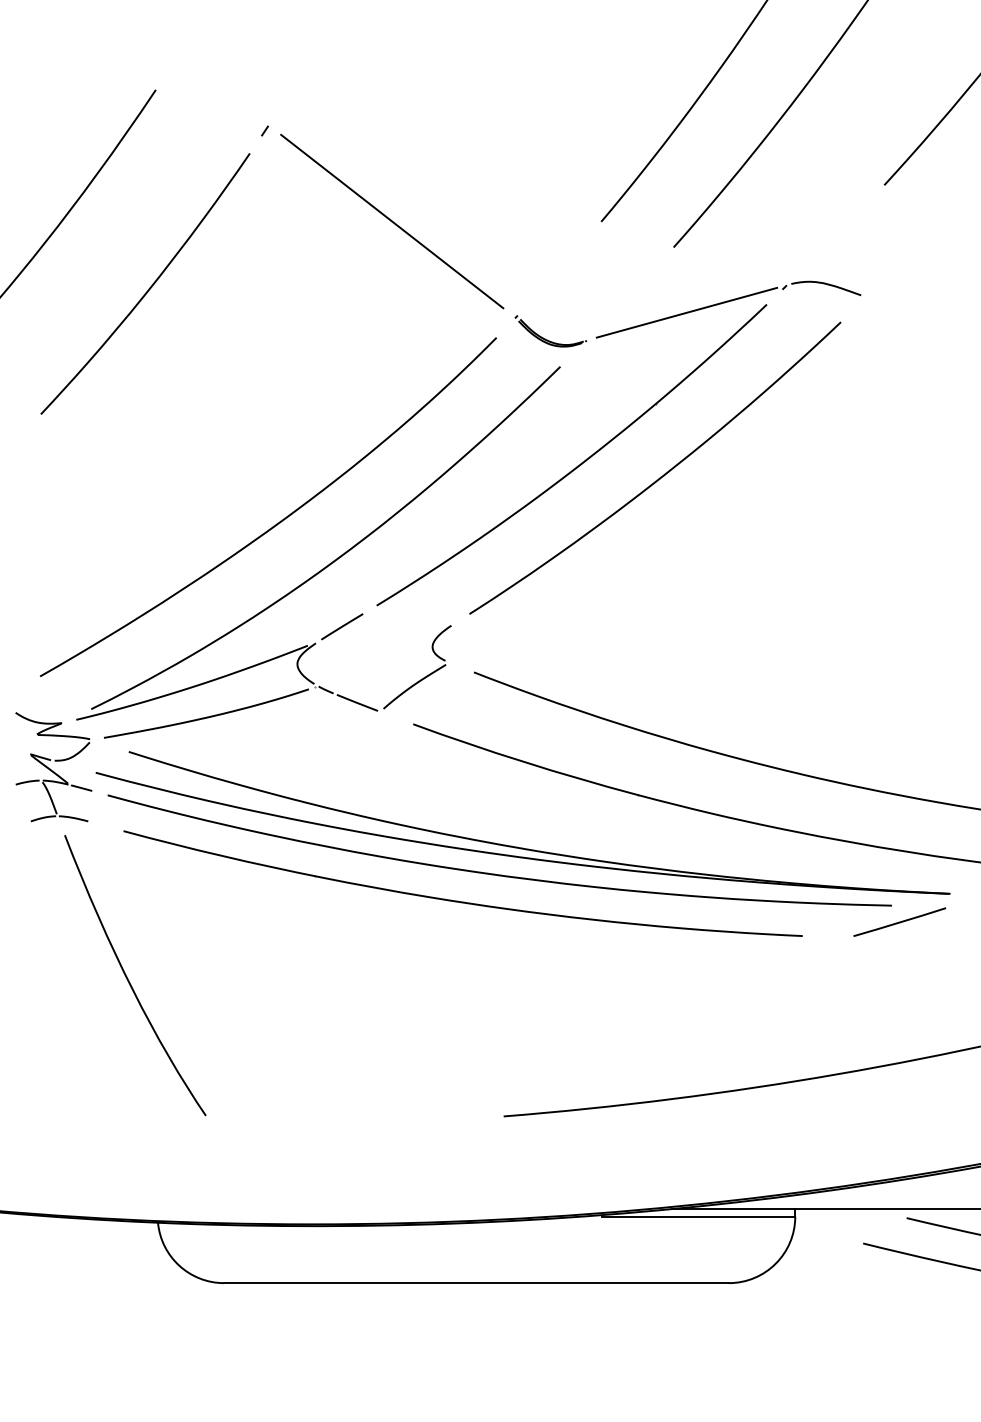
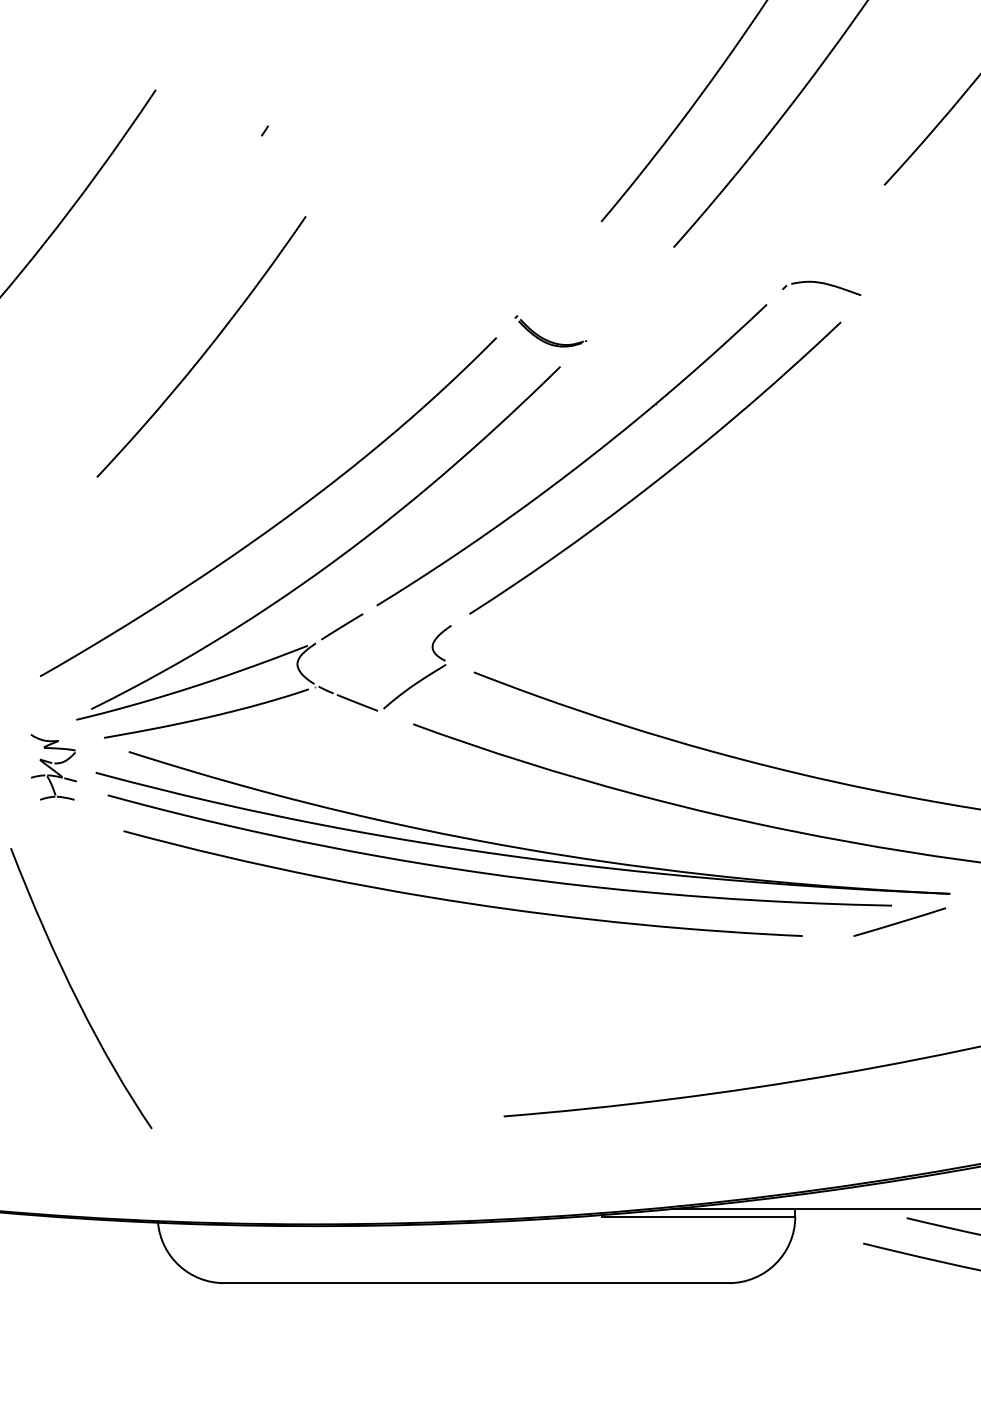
line at (392, 221): present -> none
curve at (149, 287) position: (149, 287) -> (205, 350)
line at (686, 312): present -> none
part at (53, 767) size: 78x111 px -> 47x67 px
curve at (128, 978) position: (128, 978) -> (74, 991)
